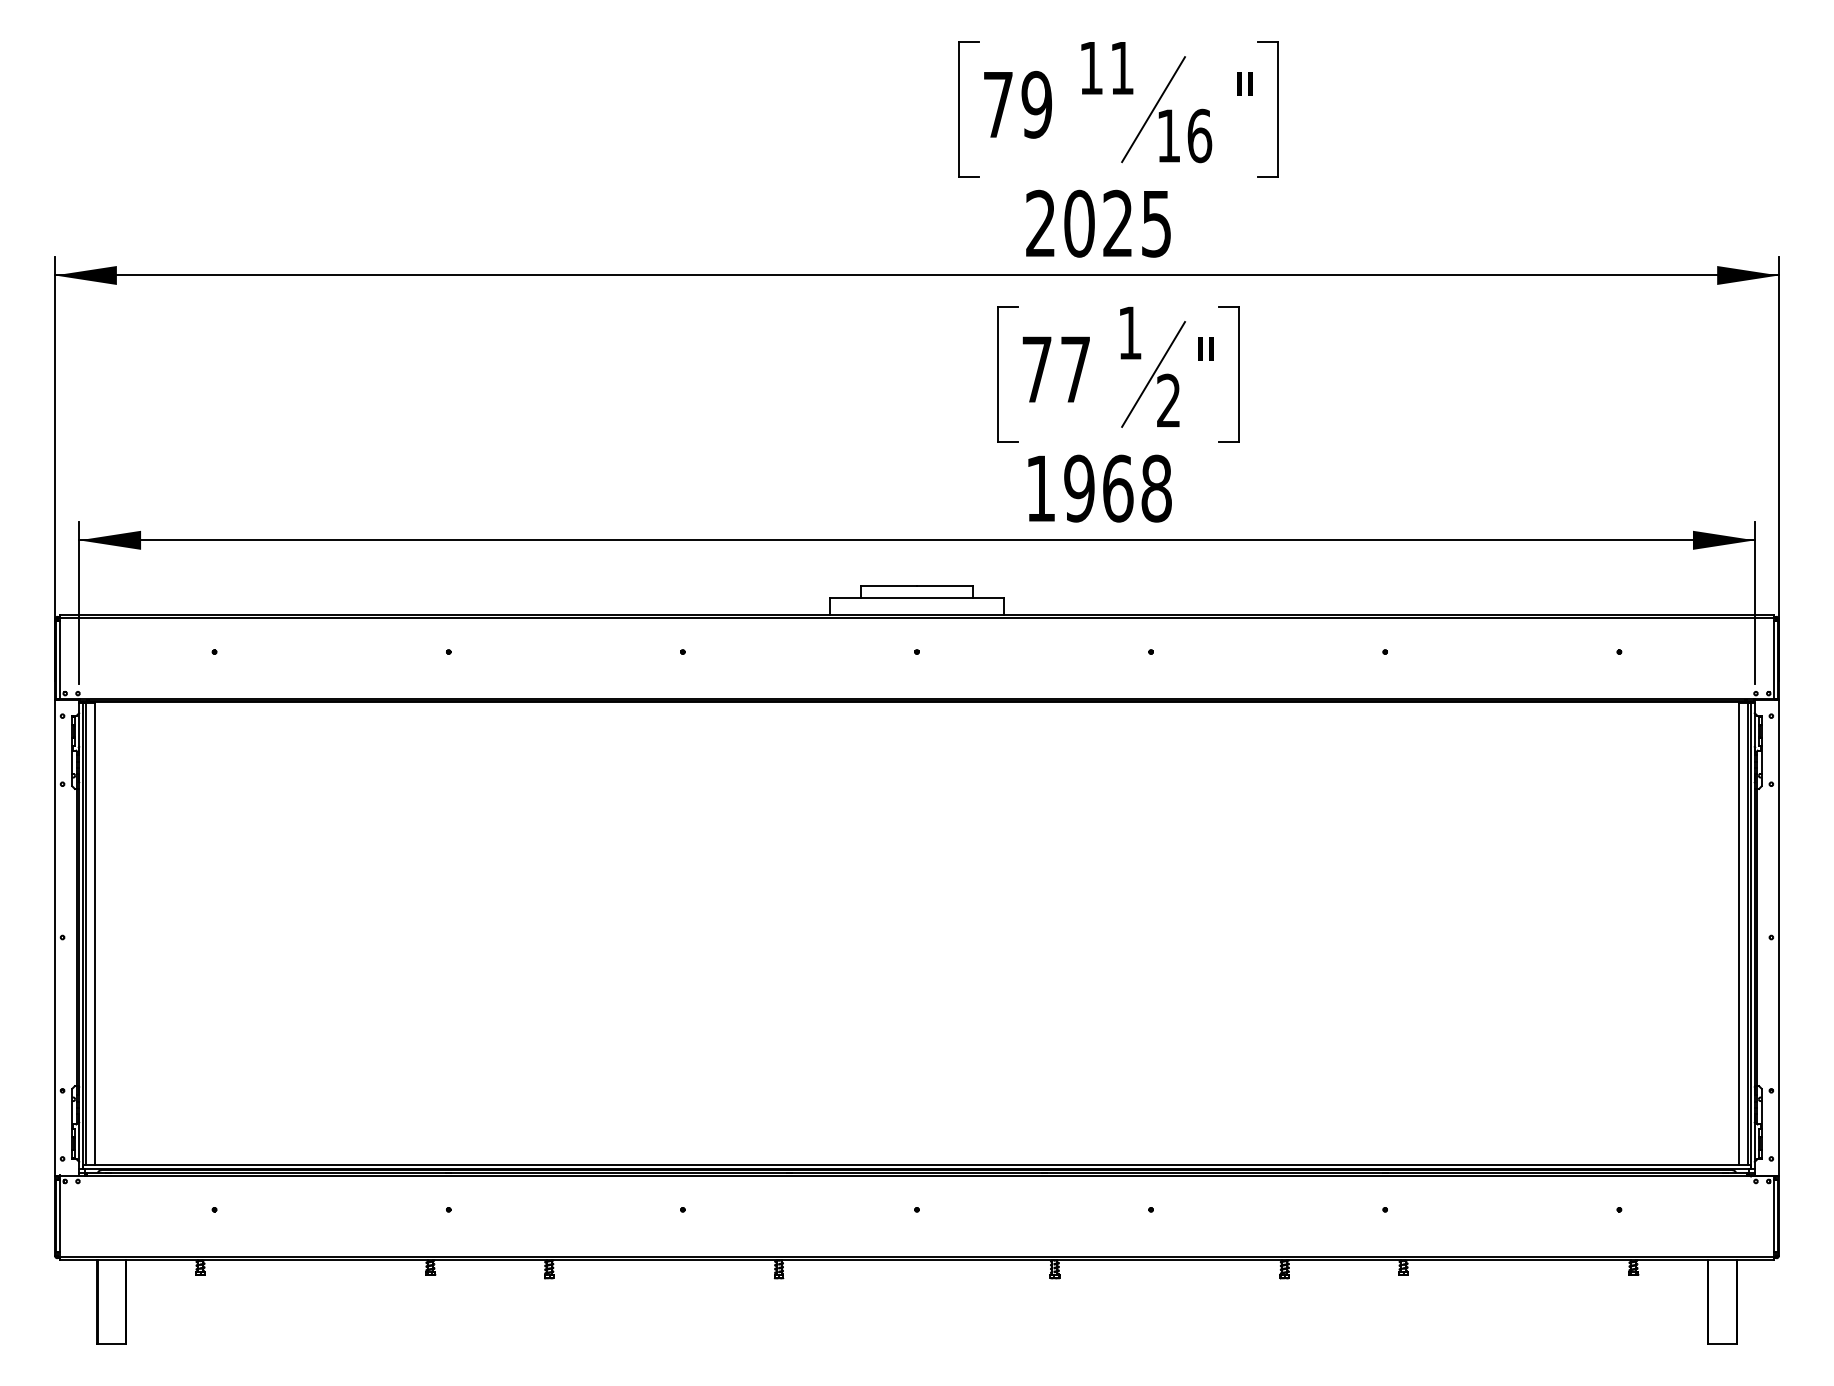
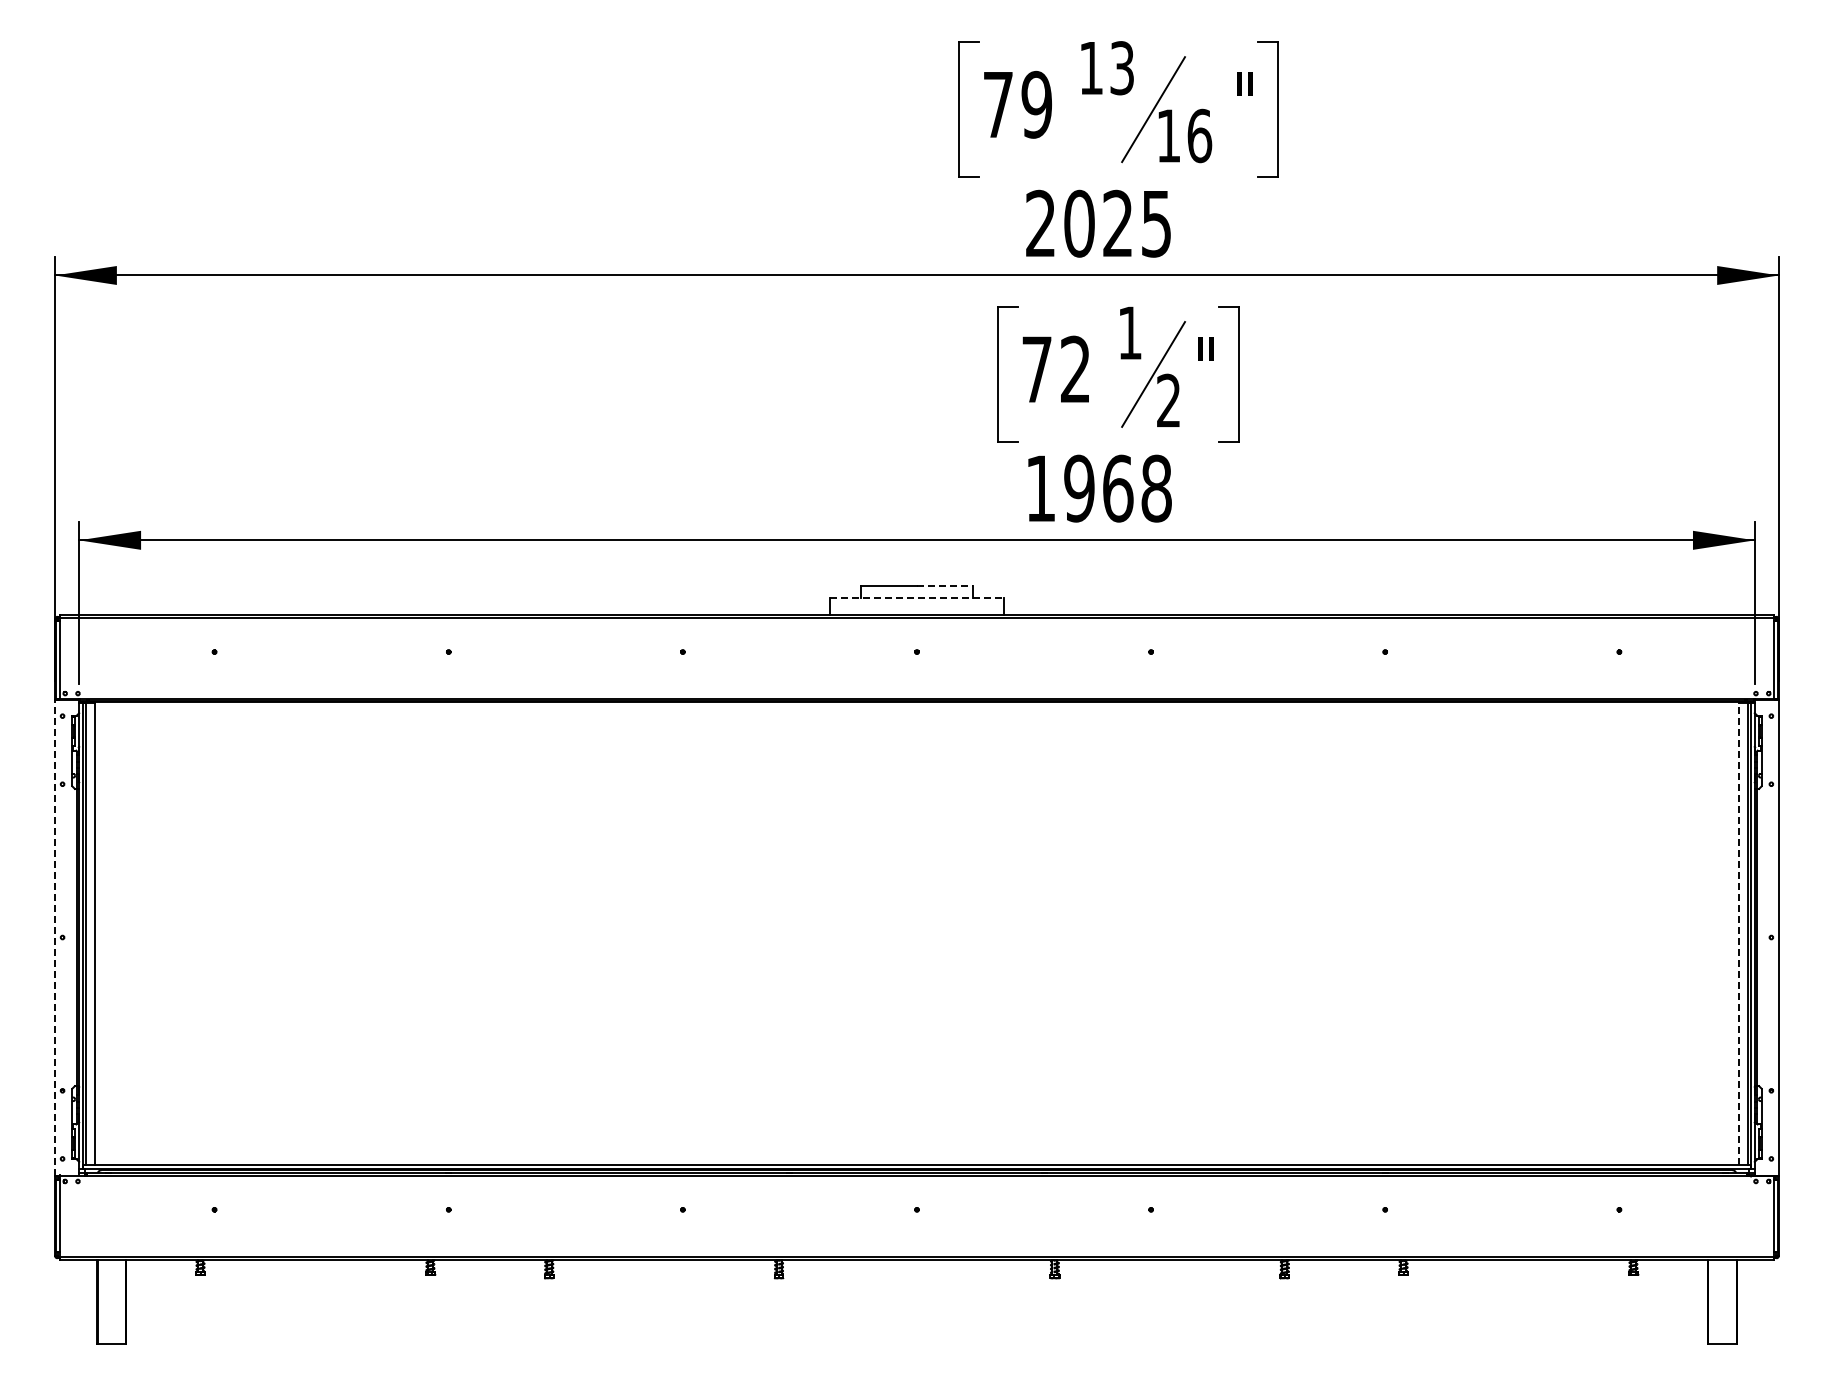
text at (1121, 68): 11 -> 13
text at (1075, 368): 77 -> 72
line at (945, 585): solid -> dashed
line at (917, 597): solid -> dashed
line at (1738, 933): solid -> dashed
line at (55, 937): solid -> dashed
